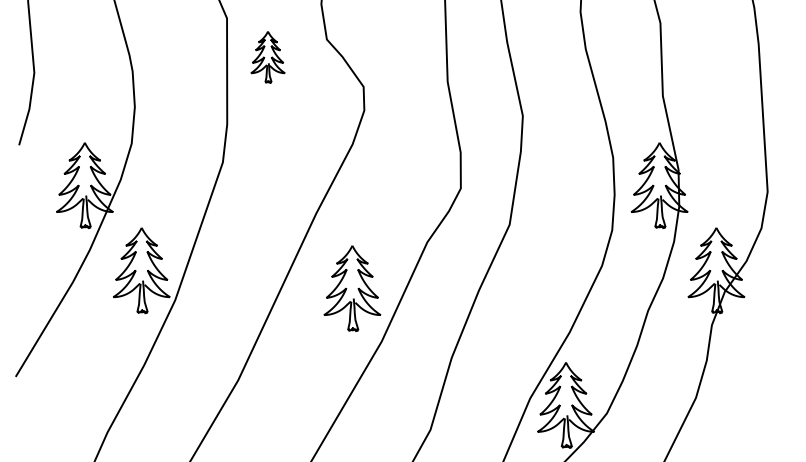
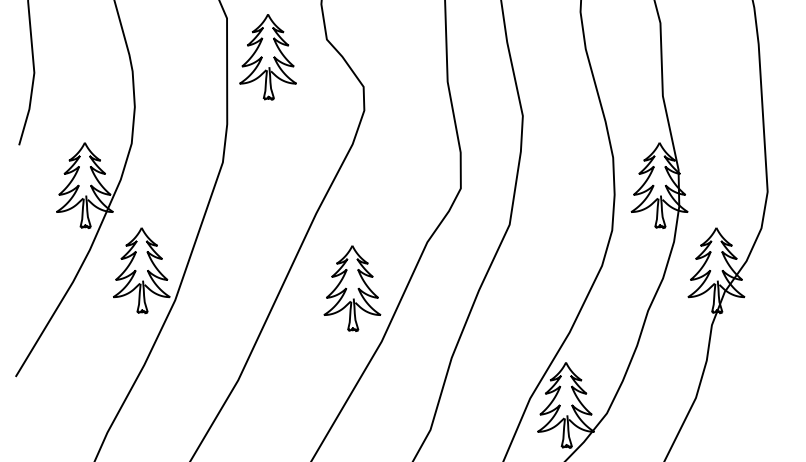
part at (267, 57) size: 36x53 px -> 58x87 px
